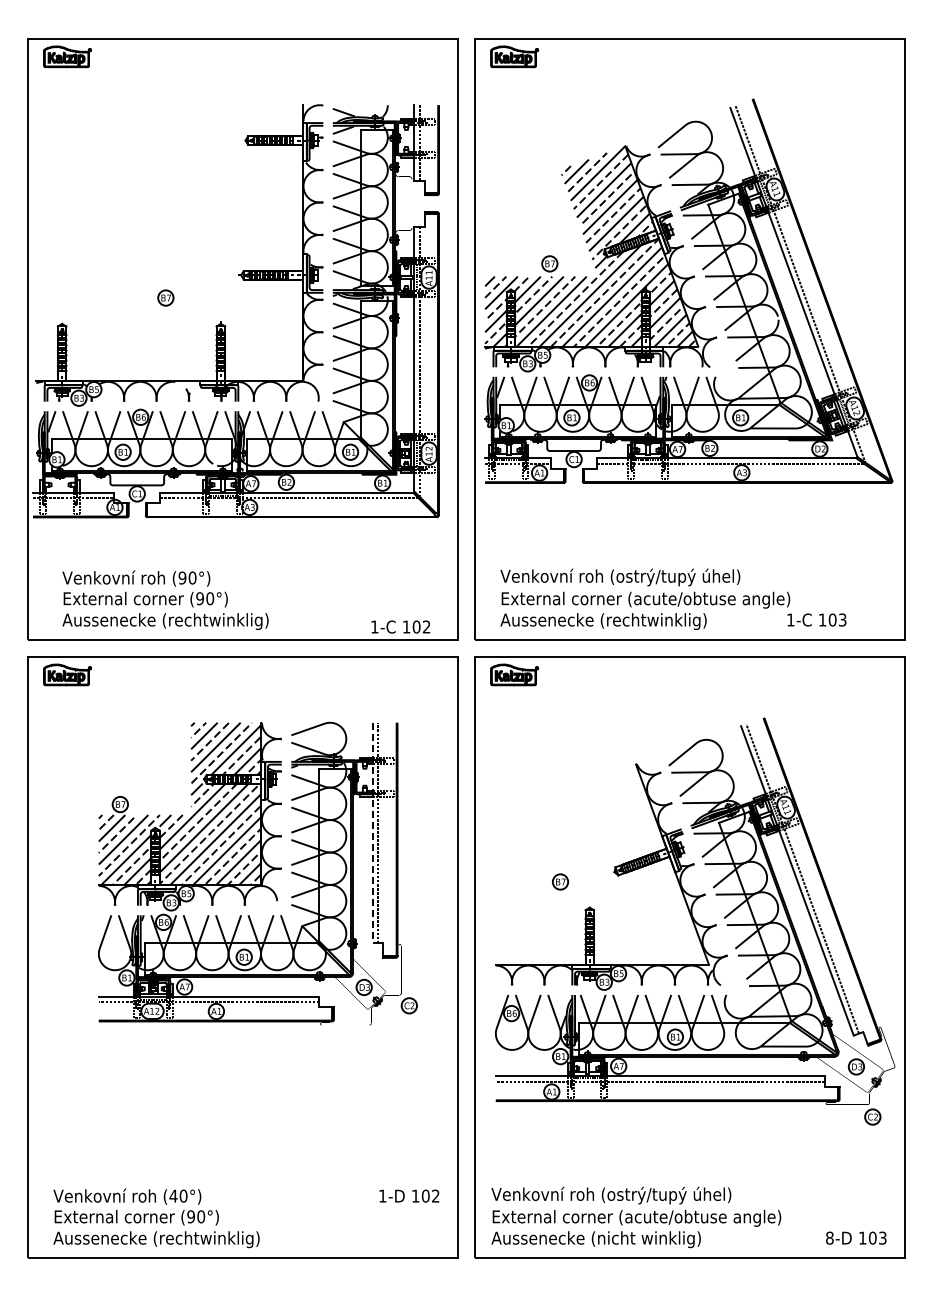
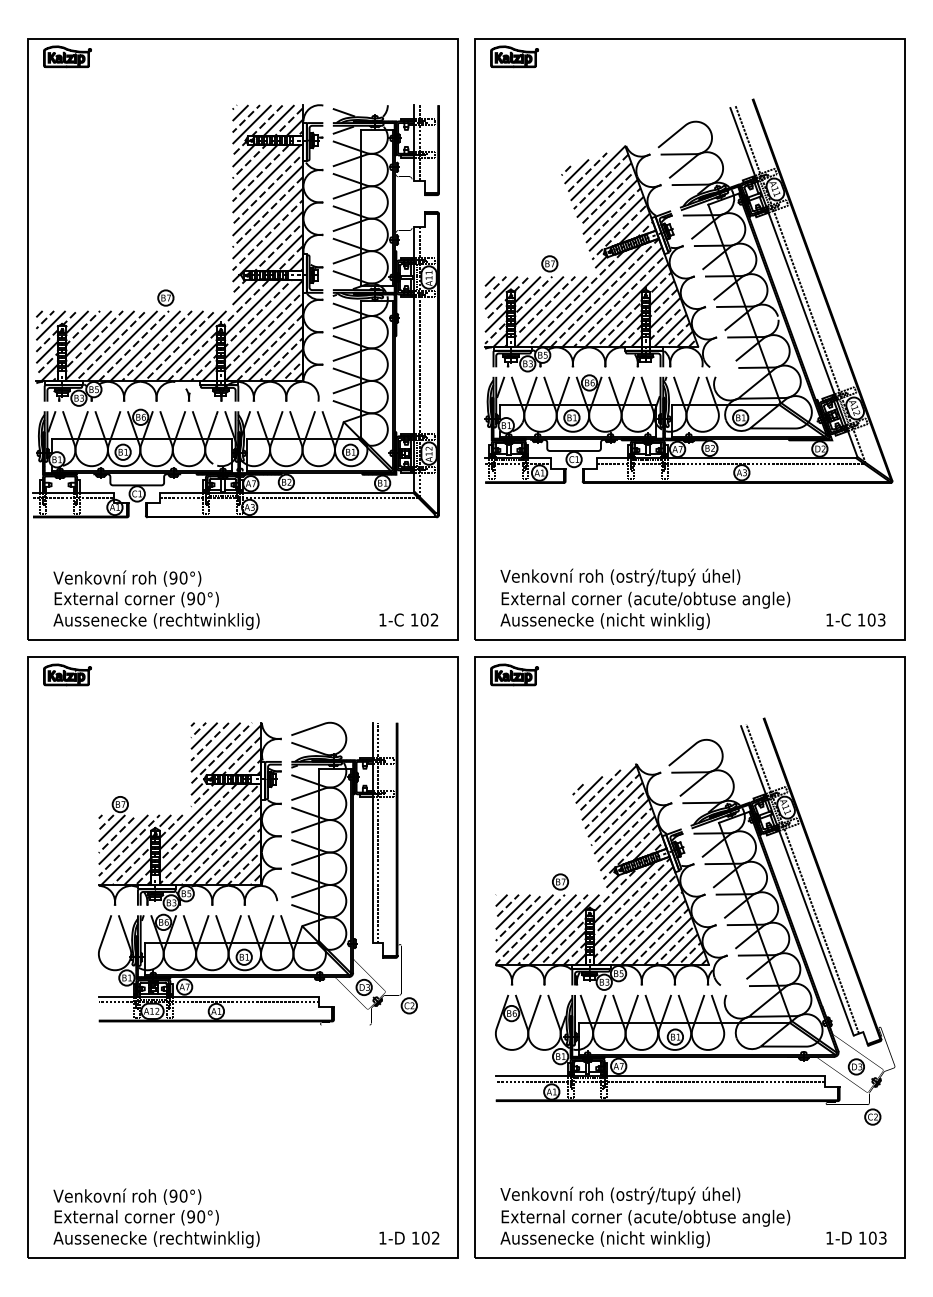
hatch at (169, 242): none -> present
text at (165, 599) position: (165, 599) -> (156, 599)
text at (816, 619) position: (816, 619) -> (855, 619)
text at (660, 621): Aussenecke (rechtwinklig) -> Aussenecke (nicht winklig)
text at (400, 626) position: (400, 626) -> (408, 619)
line at (372, 833): dashed -> solid
hatch at (601, 864): none -> present
text at (173, 1195): (40°) -> (90°)
text at (409, 1195) position: (409, 1195) -> (409, 1237)
text at (636, 1217) position: (636, 1217) -> (645, 1217)
text at (829, 1237): 8-D -> 1-D
